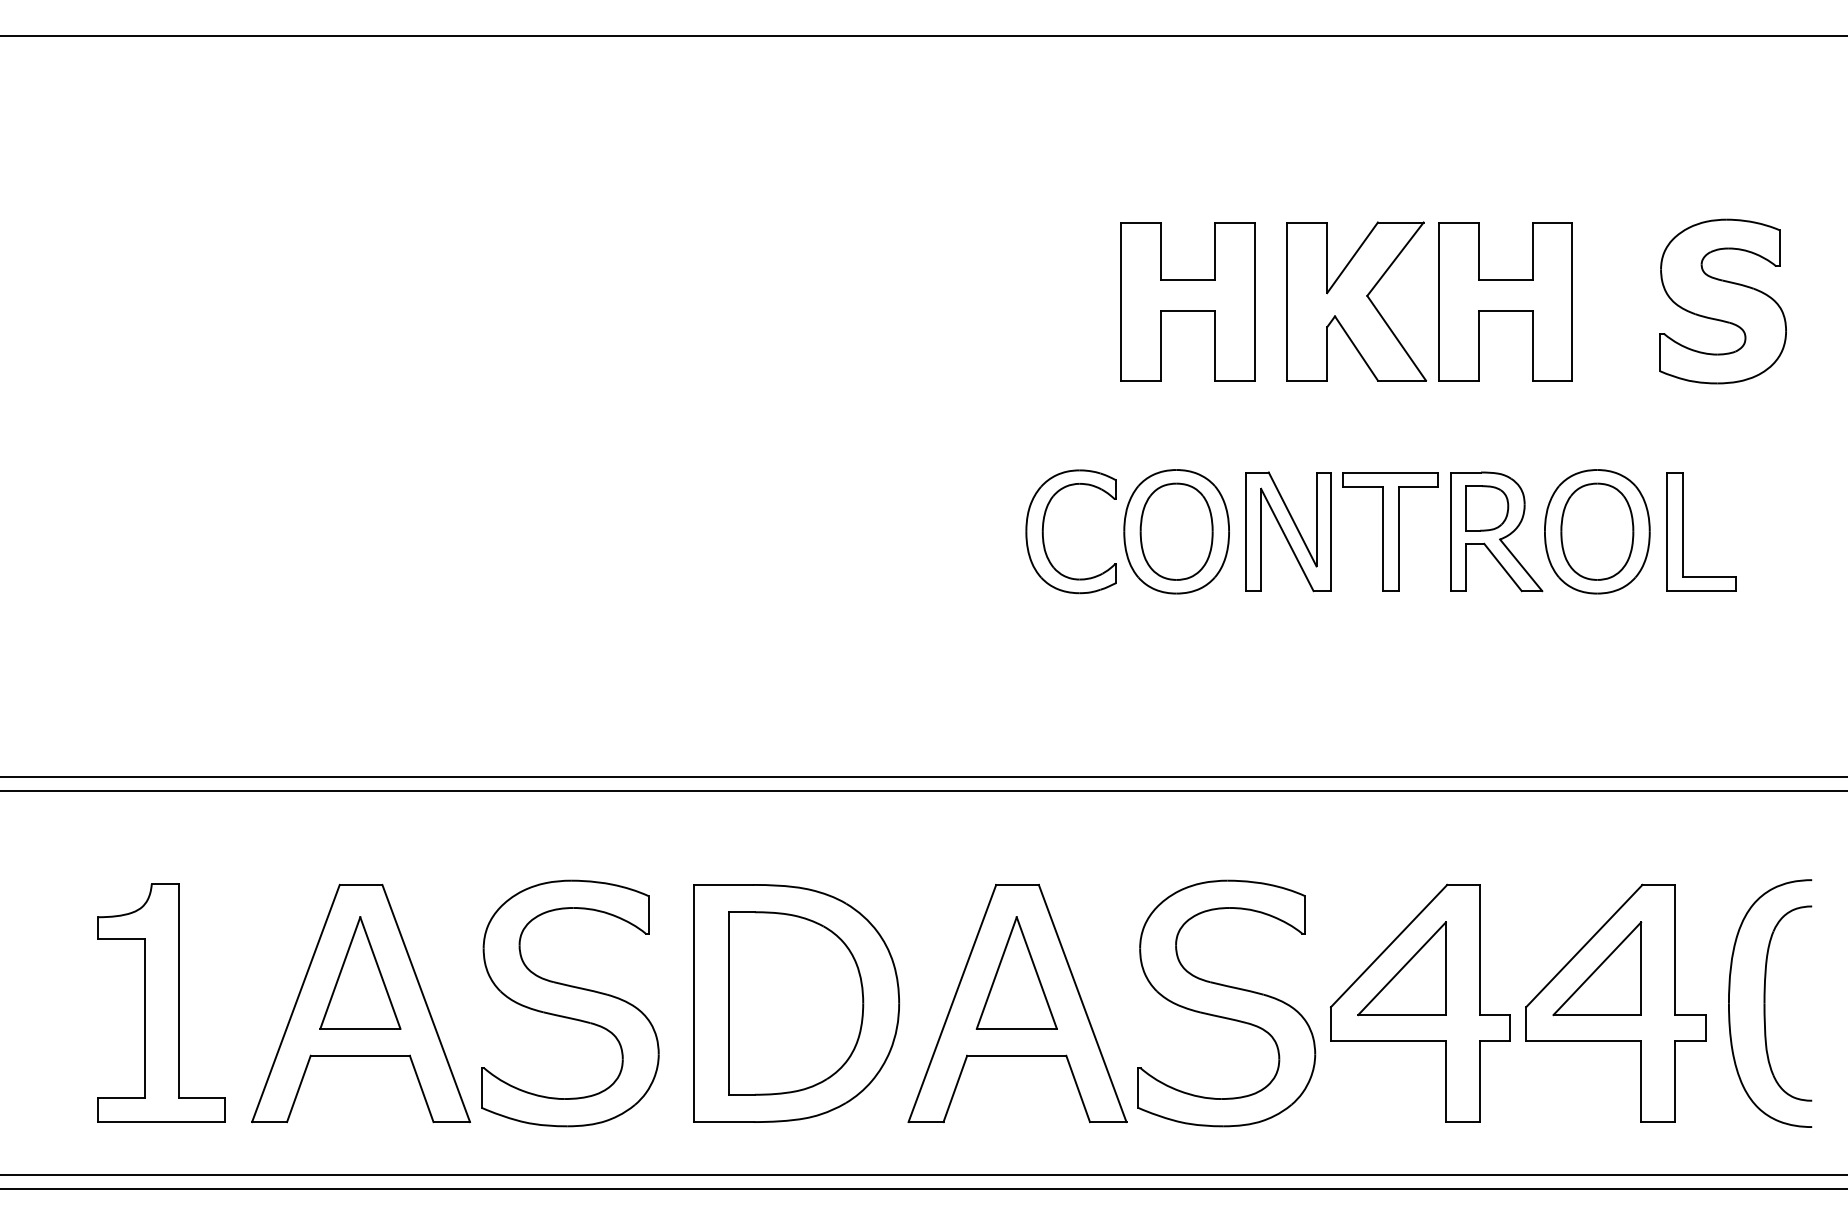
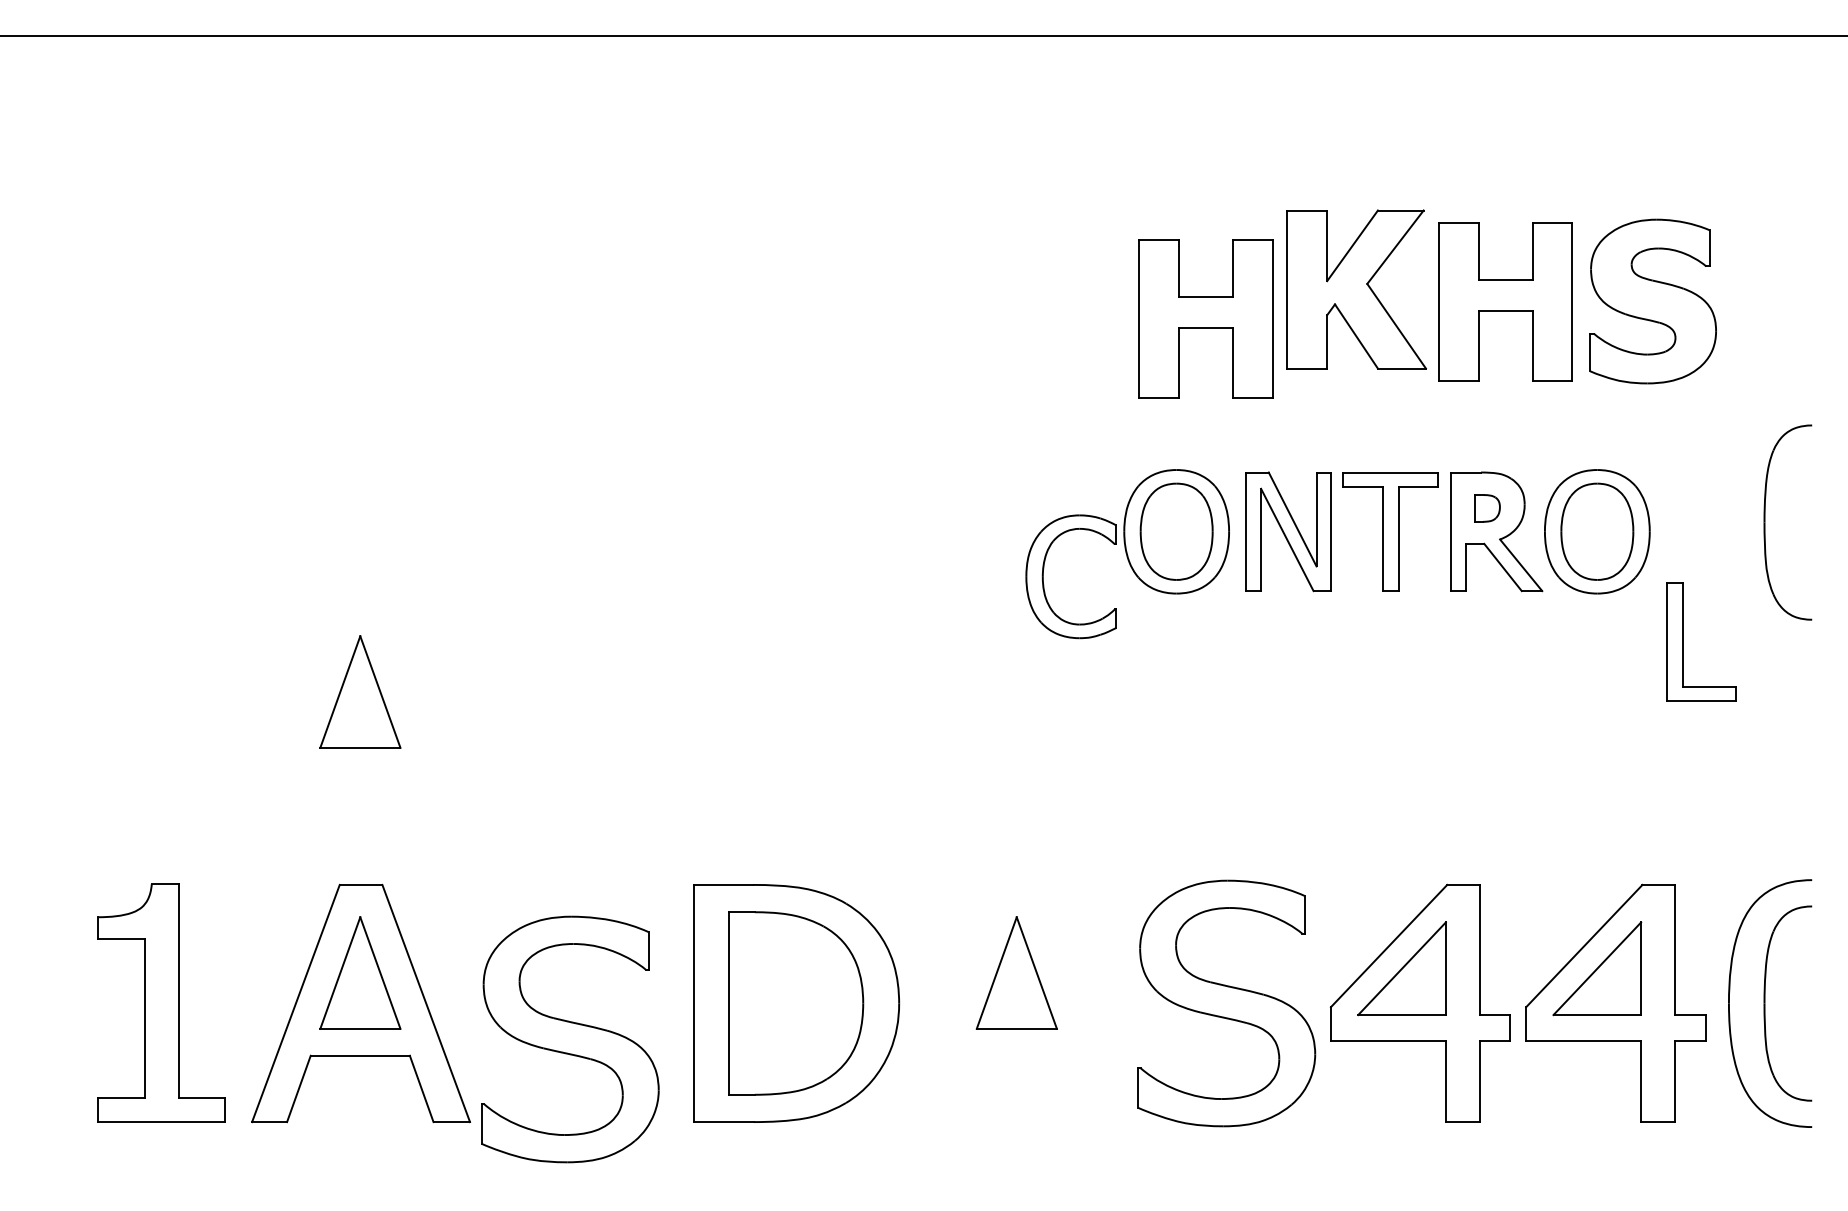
part at (1187, 301) position: (1187, 301) -> (1205, 318)
part at (1356, 301) position: (1356, 301) -> (1356, 289)
part at (1722, 301) position: (1722, 301) -> (1652, 301)
part at (1487, 508) size: 45x47 px -> 27x29 px
part at (1765, 522): none -> present
part at (1043, 531) position: (1043, 531) -> (1043, 576)
part at (1683, 531) position: (1683, 531) -> (1683, 641)
part at (360, 691): none -> present
line at (923, 777): present -> none
line at (923, 791): present -> none
part at (570, 1003) position: (570, 1003) -> (570, 1039)
part at (1017, 1003): present -> none
line at (923, 1174): present -> none
line at (923, 1188): present -> none
